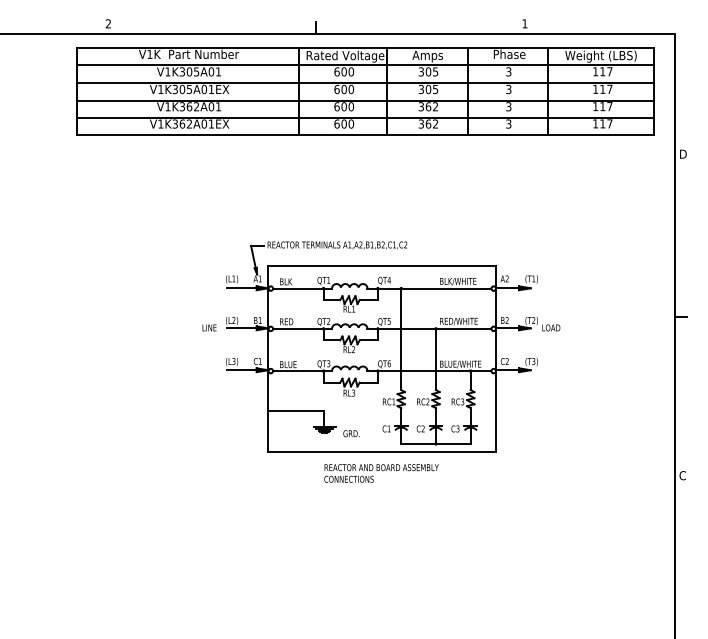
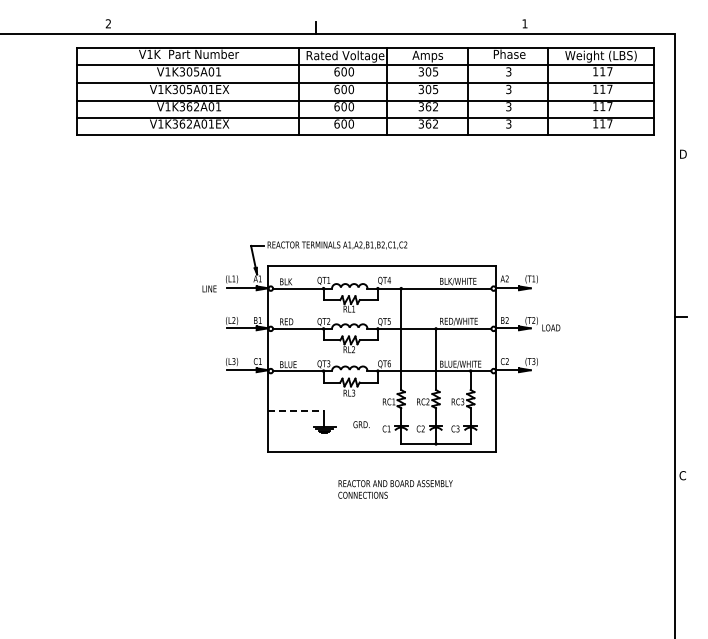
text at (209, 327) position: (209, 327) -> (209, 288)
line at (296, 410): solid -> dashed
text at (351, 433) position: (351, 433) -> (361, 424)
text at (381, 473) position: (381, 473) -> (395, 489)
